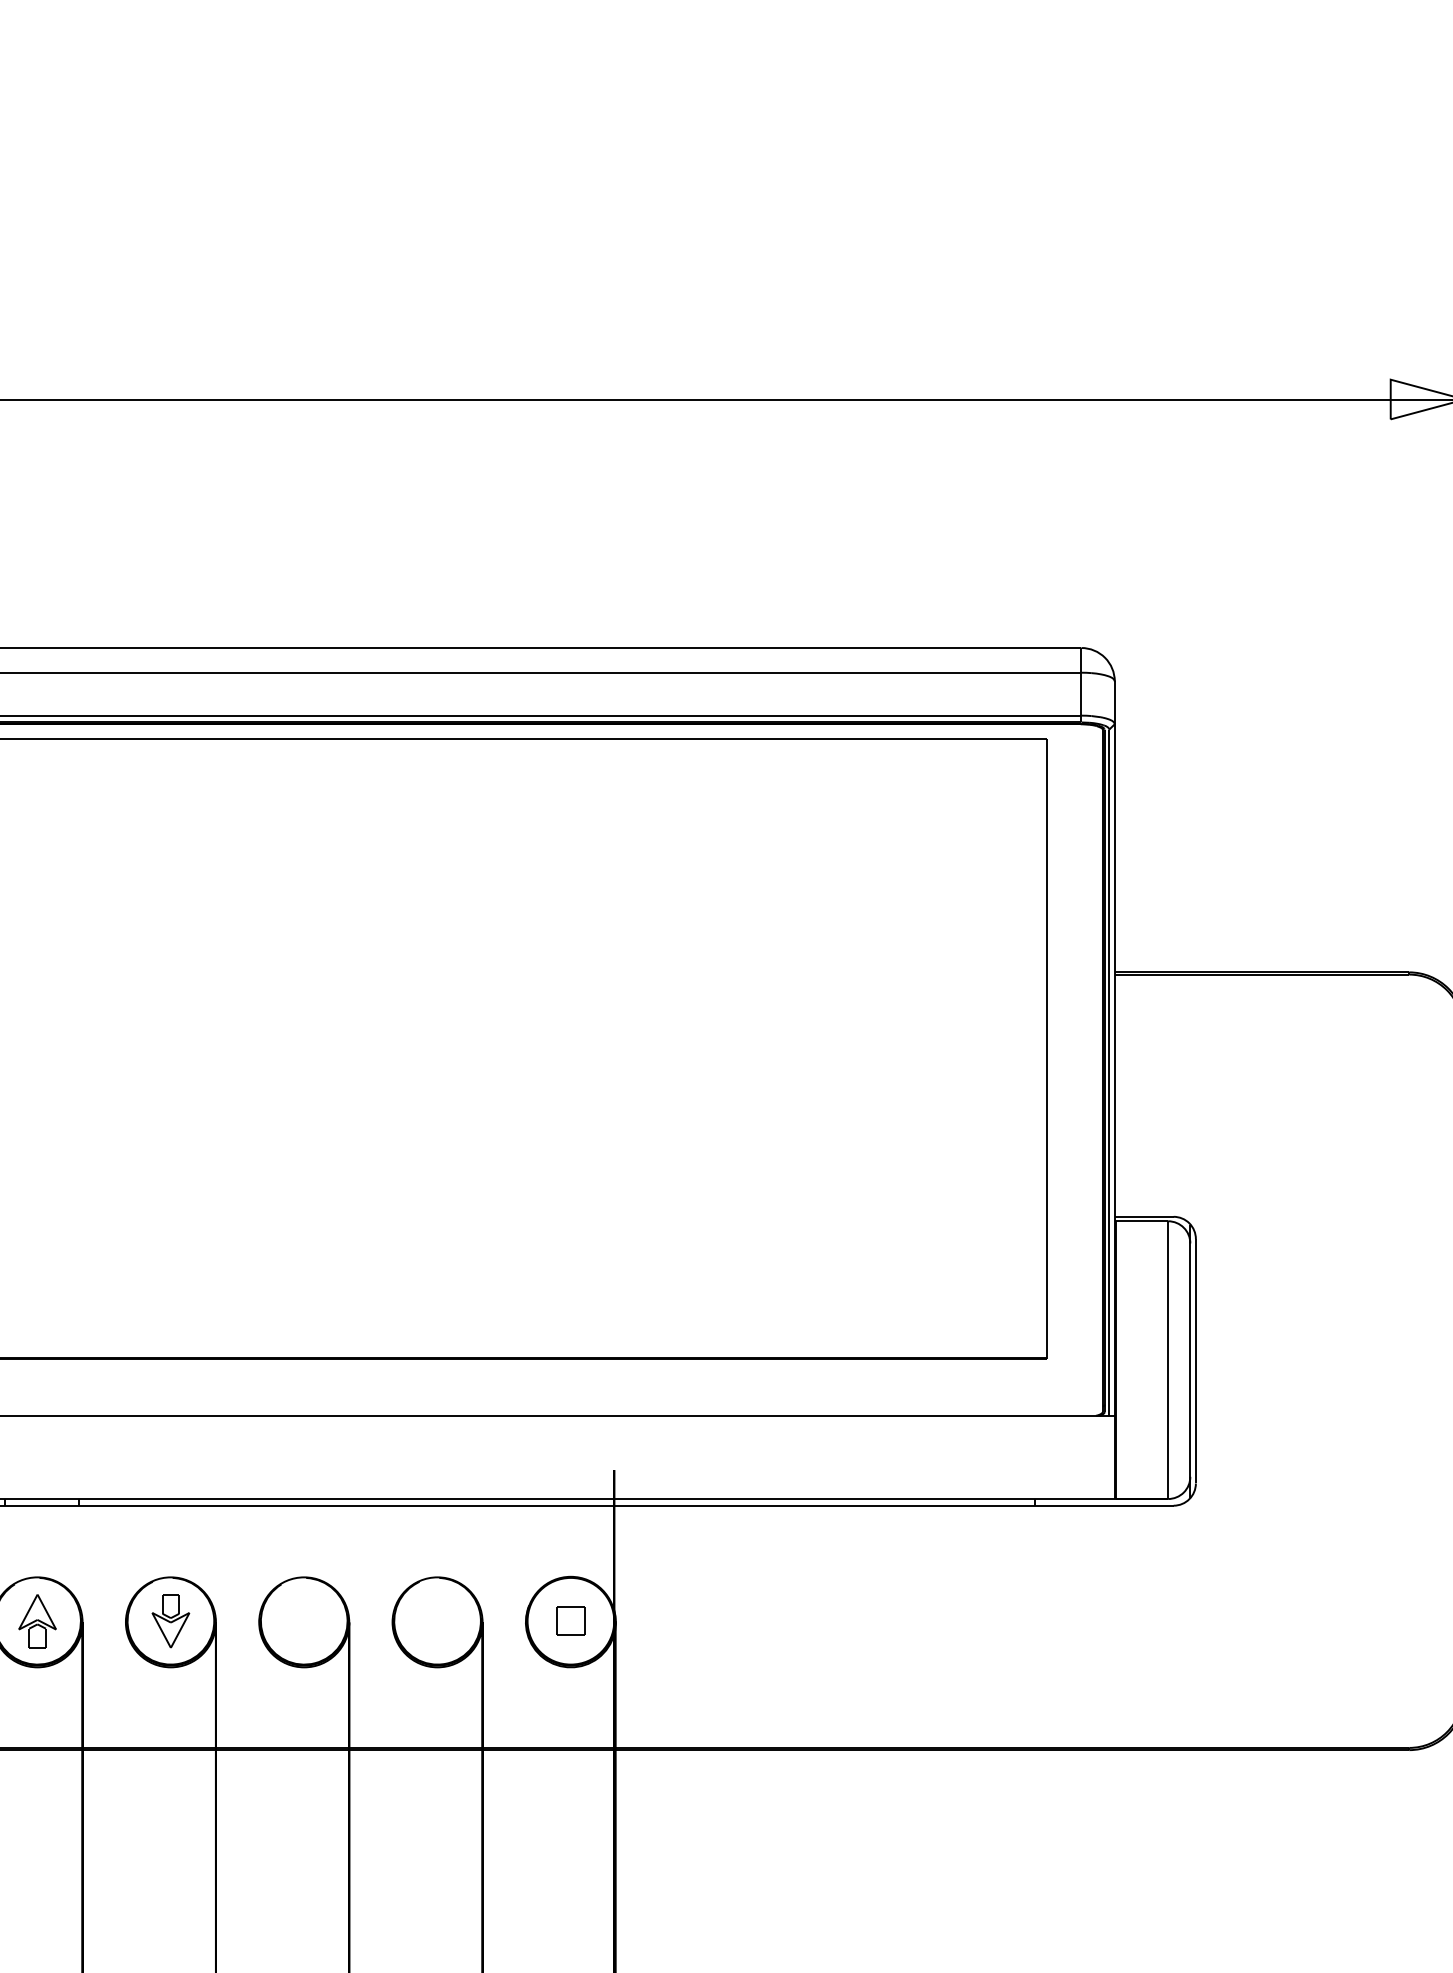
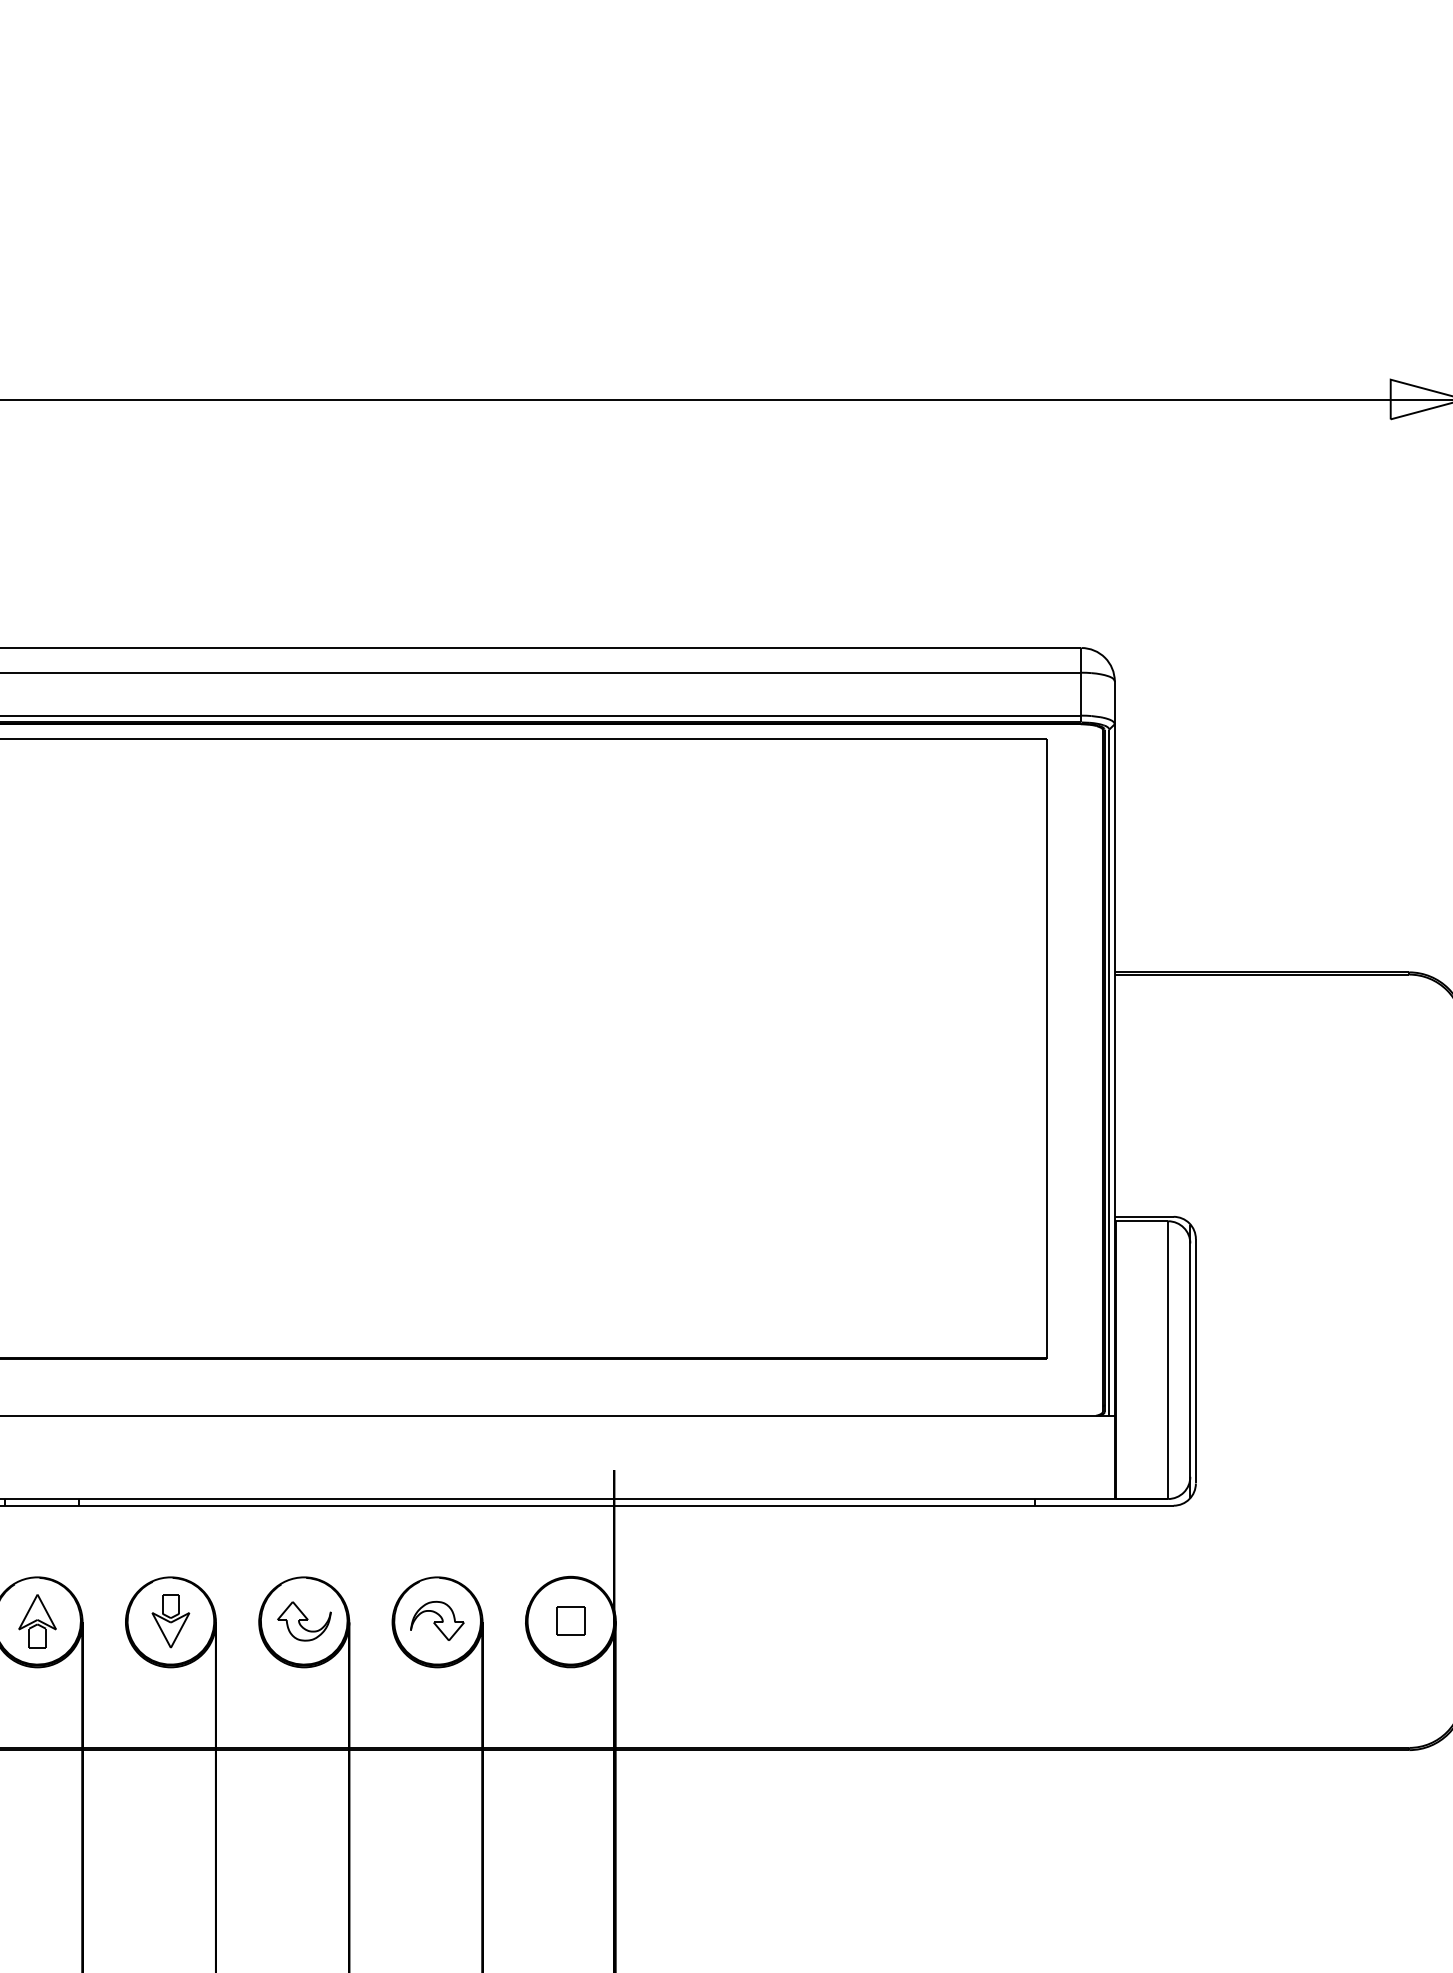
part at (437, 1620): none -> present
part at (304, 1621): none -> present
